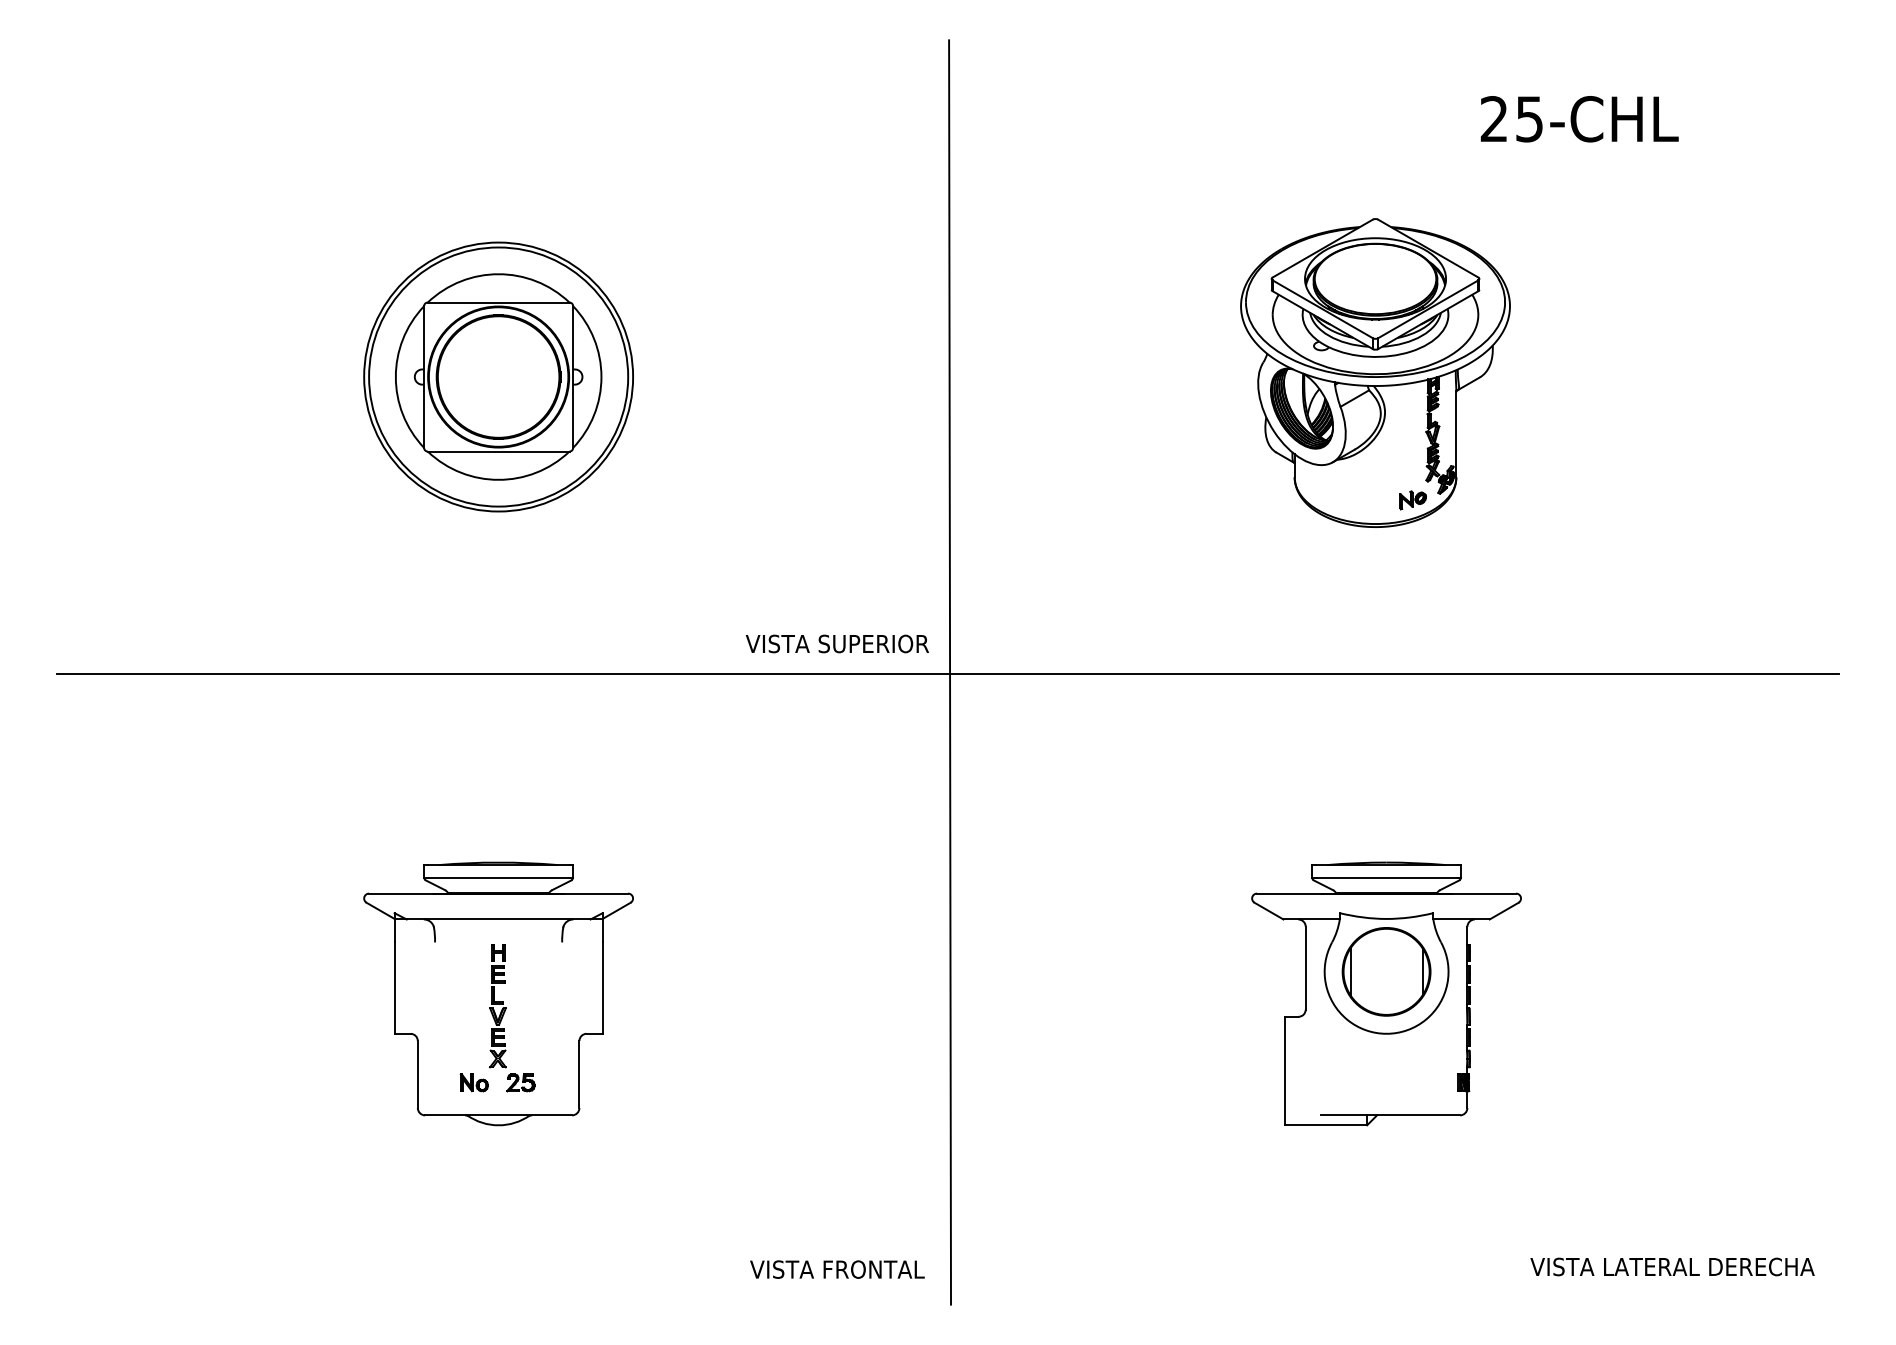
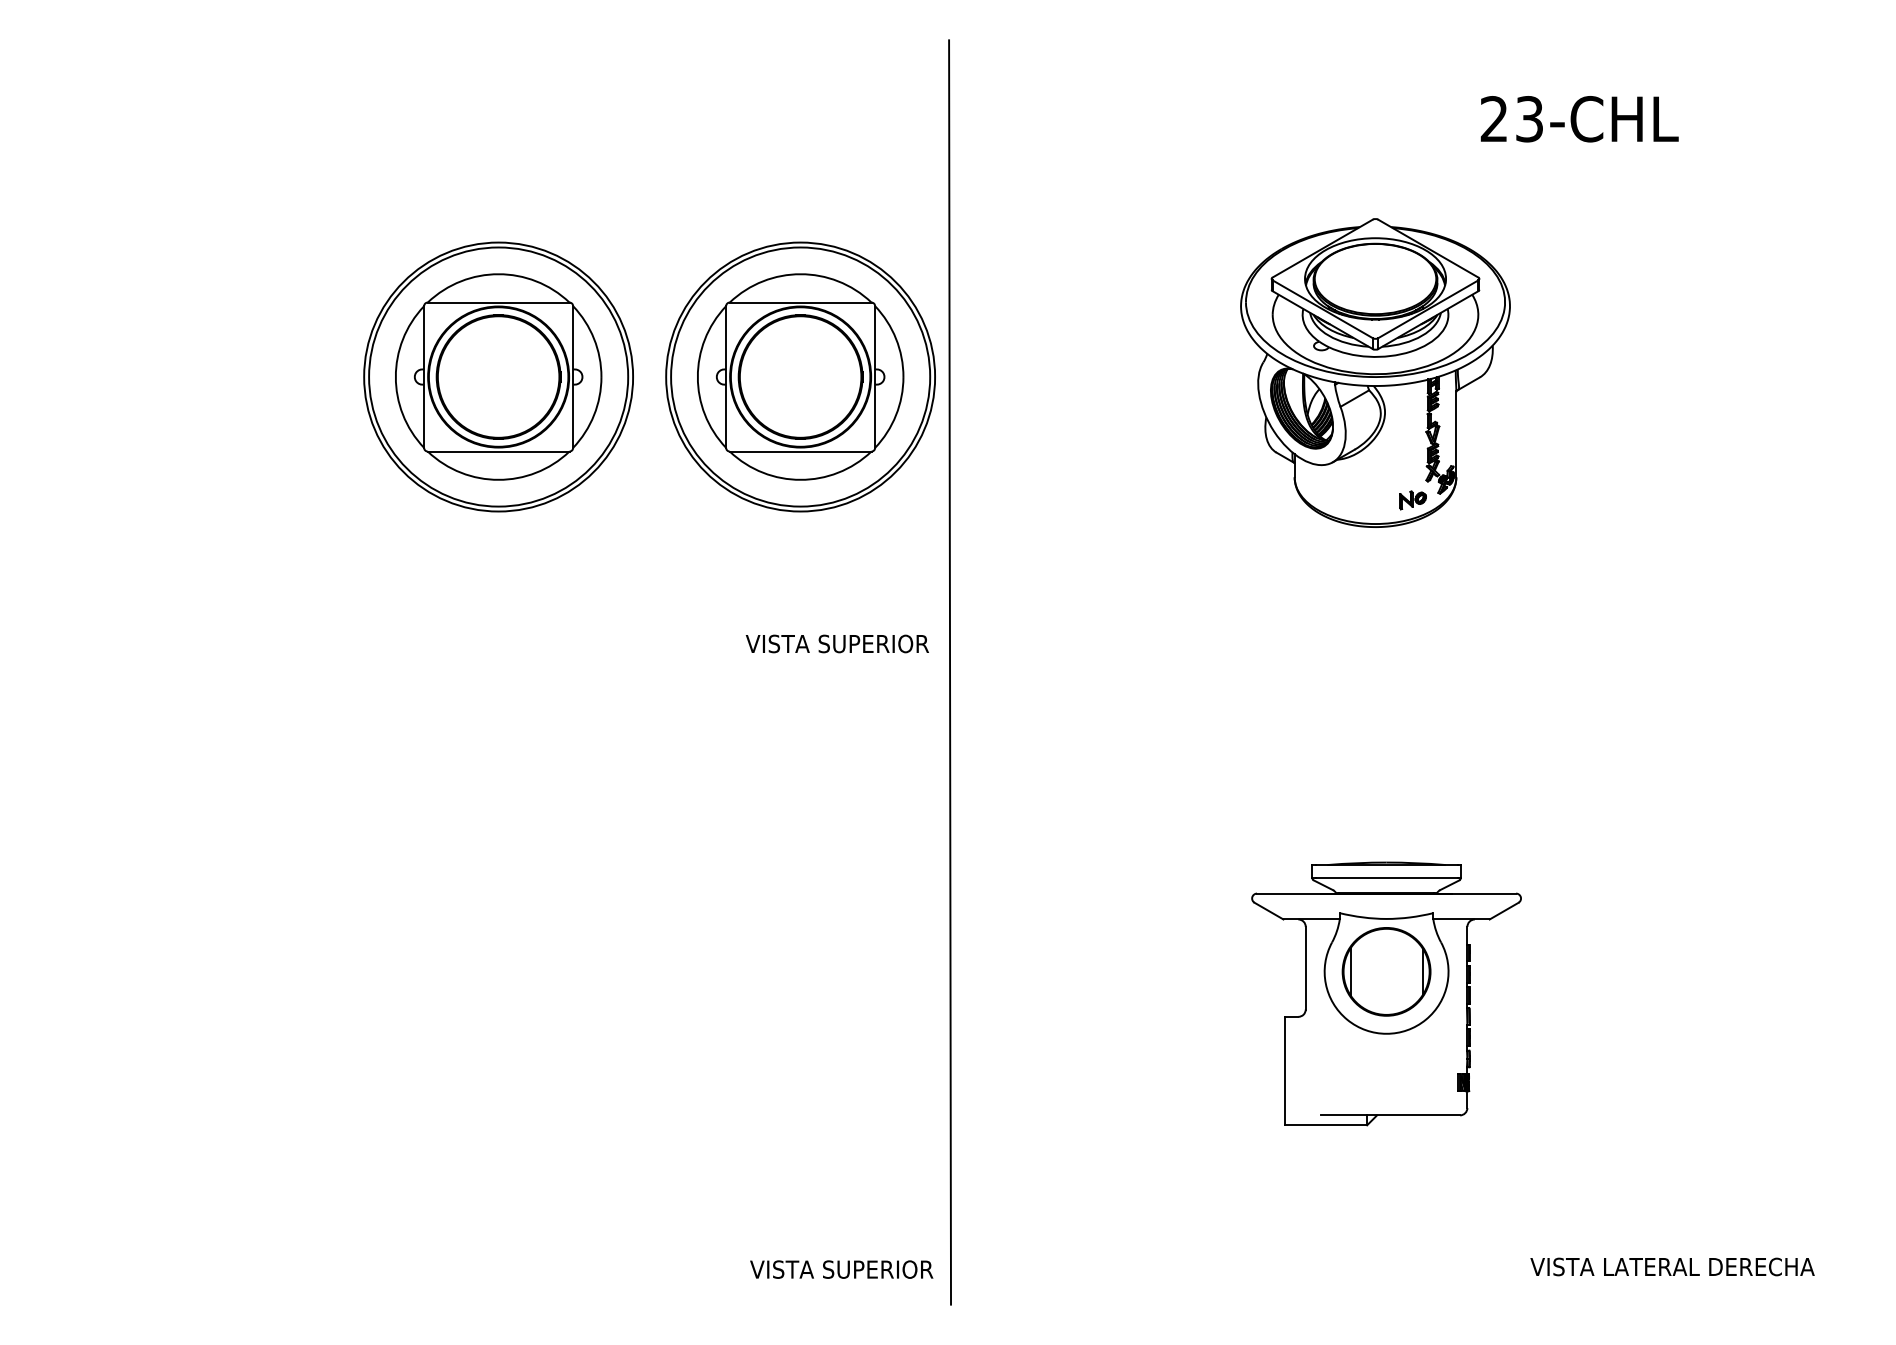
text at (1529, 118): 25-CHL -> 23-CHL
part at (800, 376): none -> present
line at (947, 673): present -> none
part at (498, 993): present -> none
text at (878, 1269): VISTA FRONTAL -> VISTA SUPERIOR
